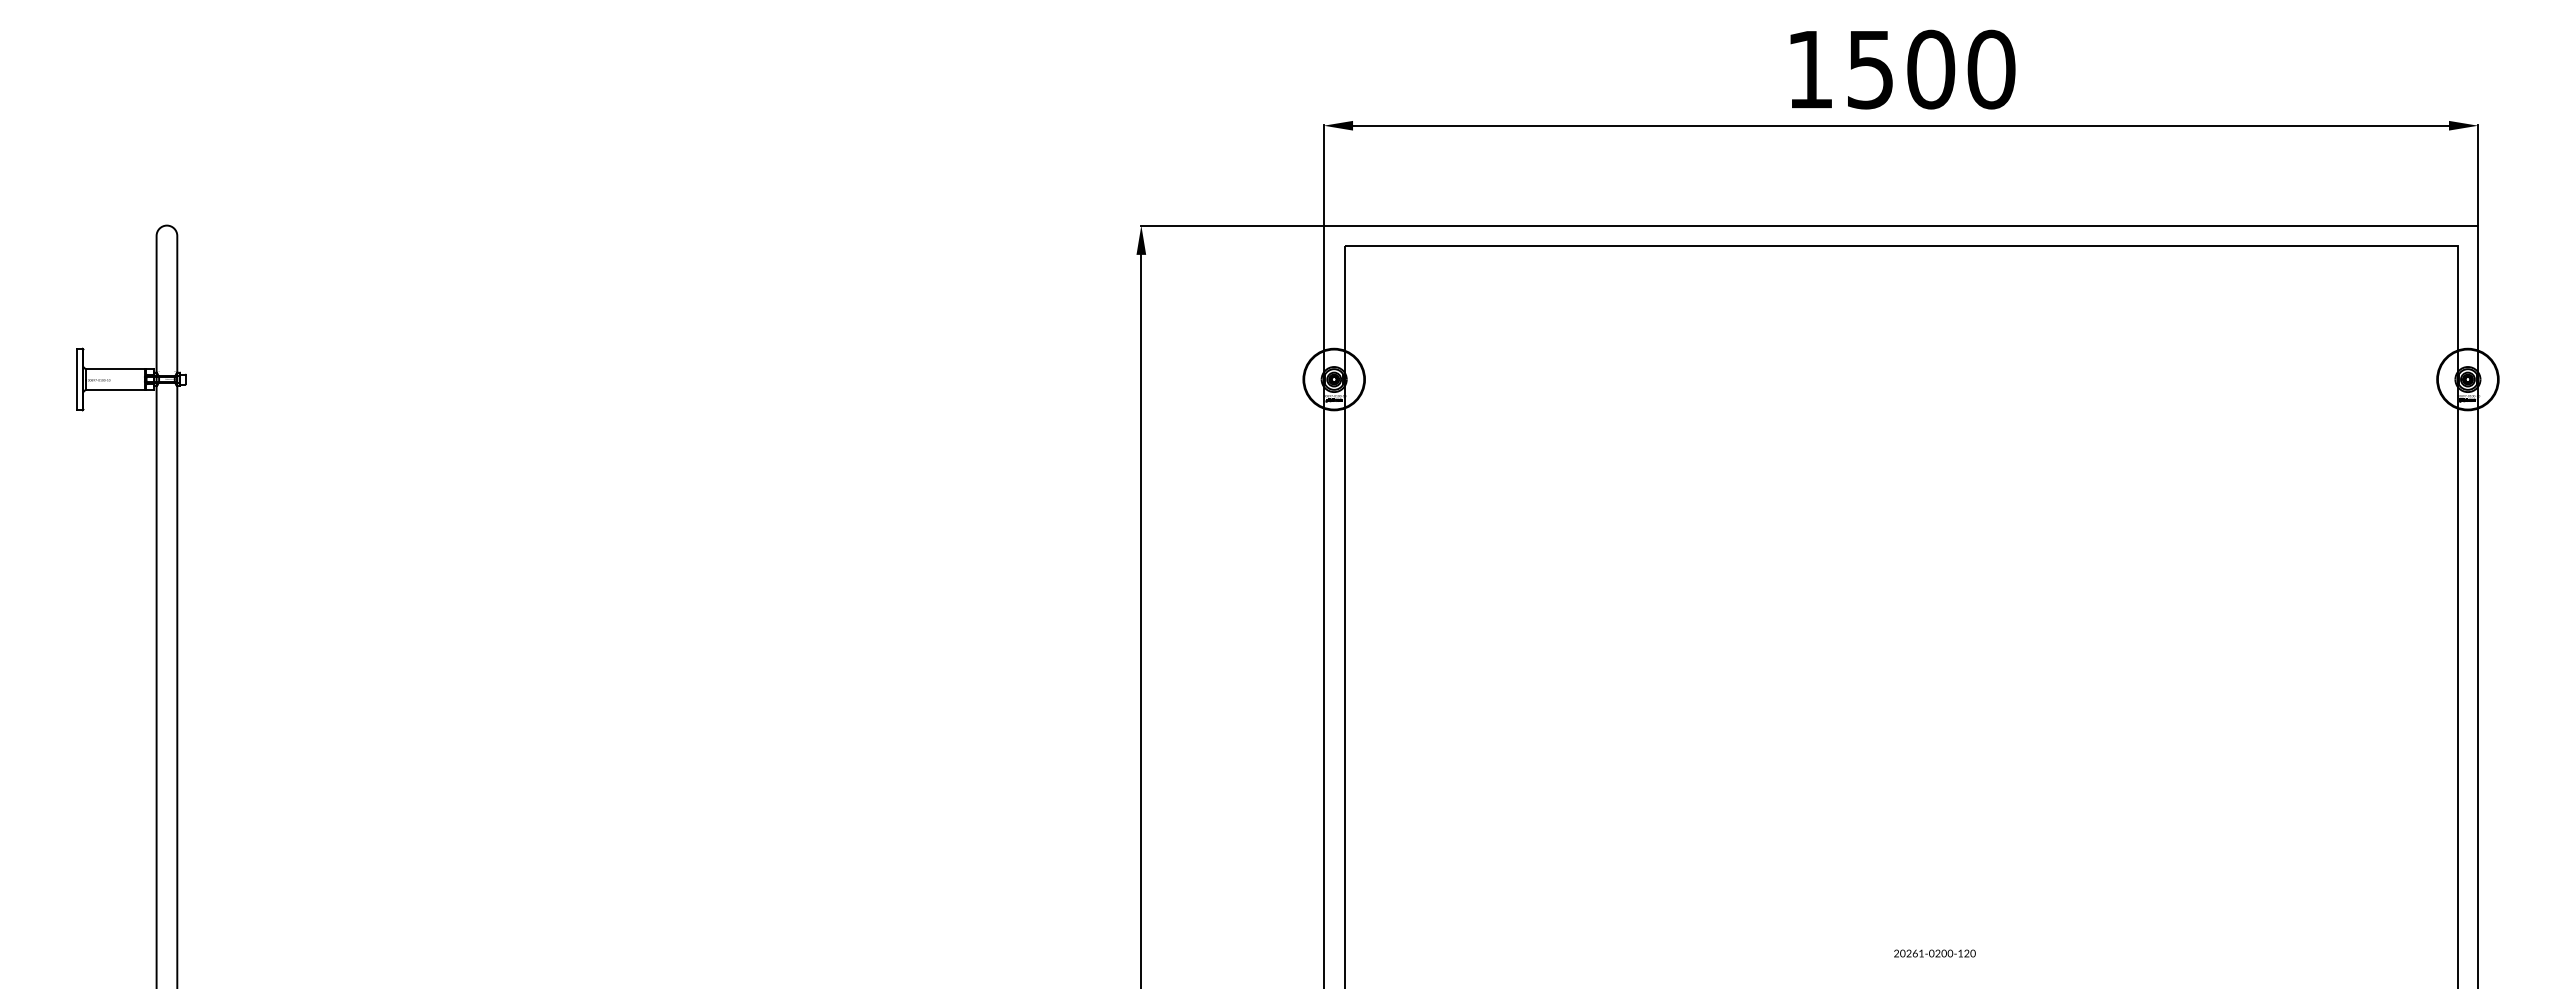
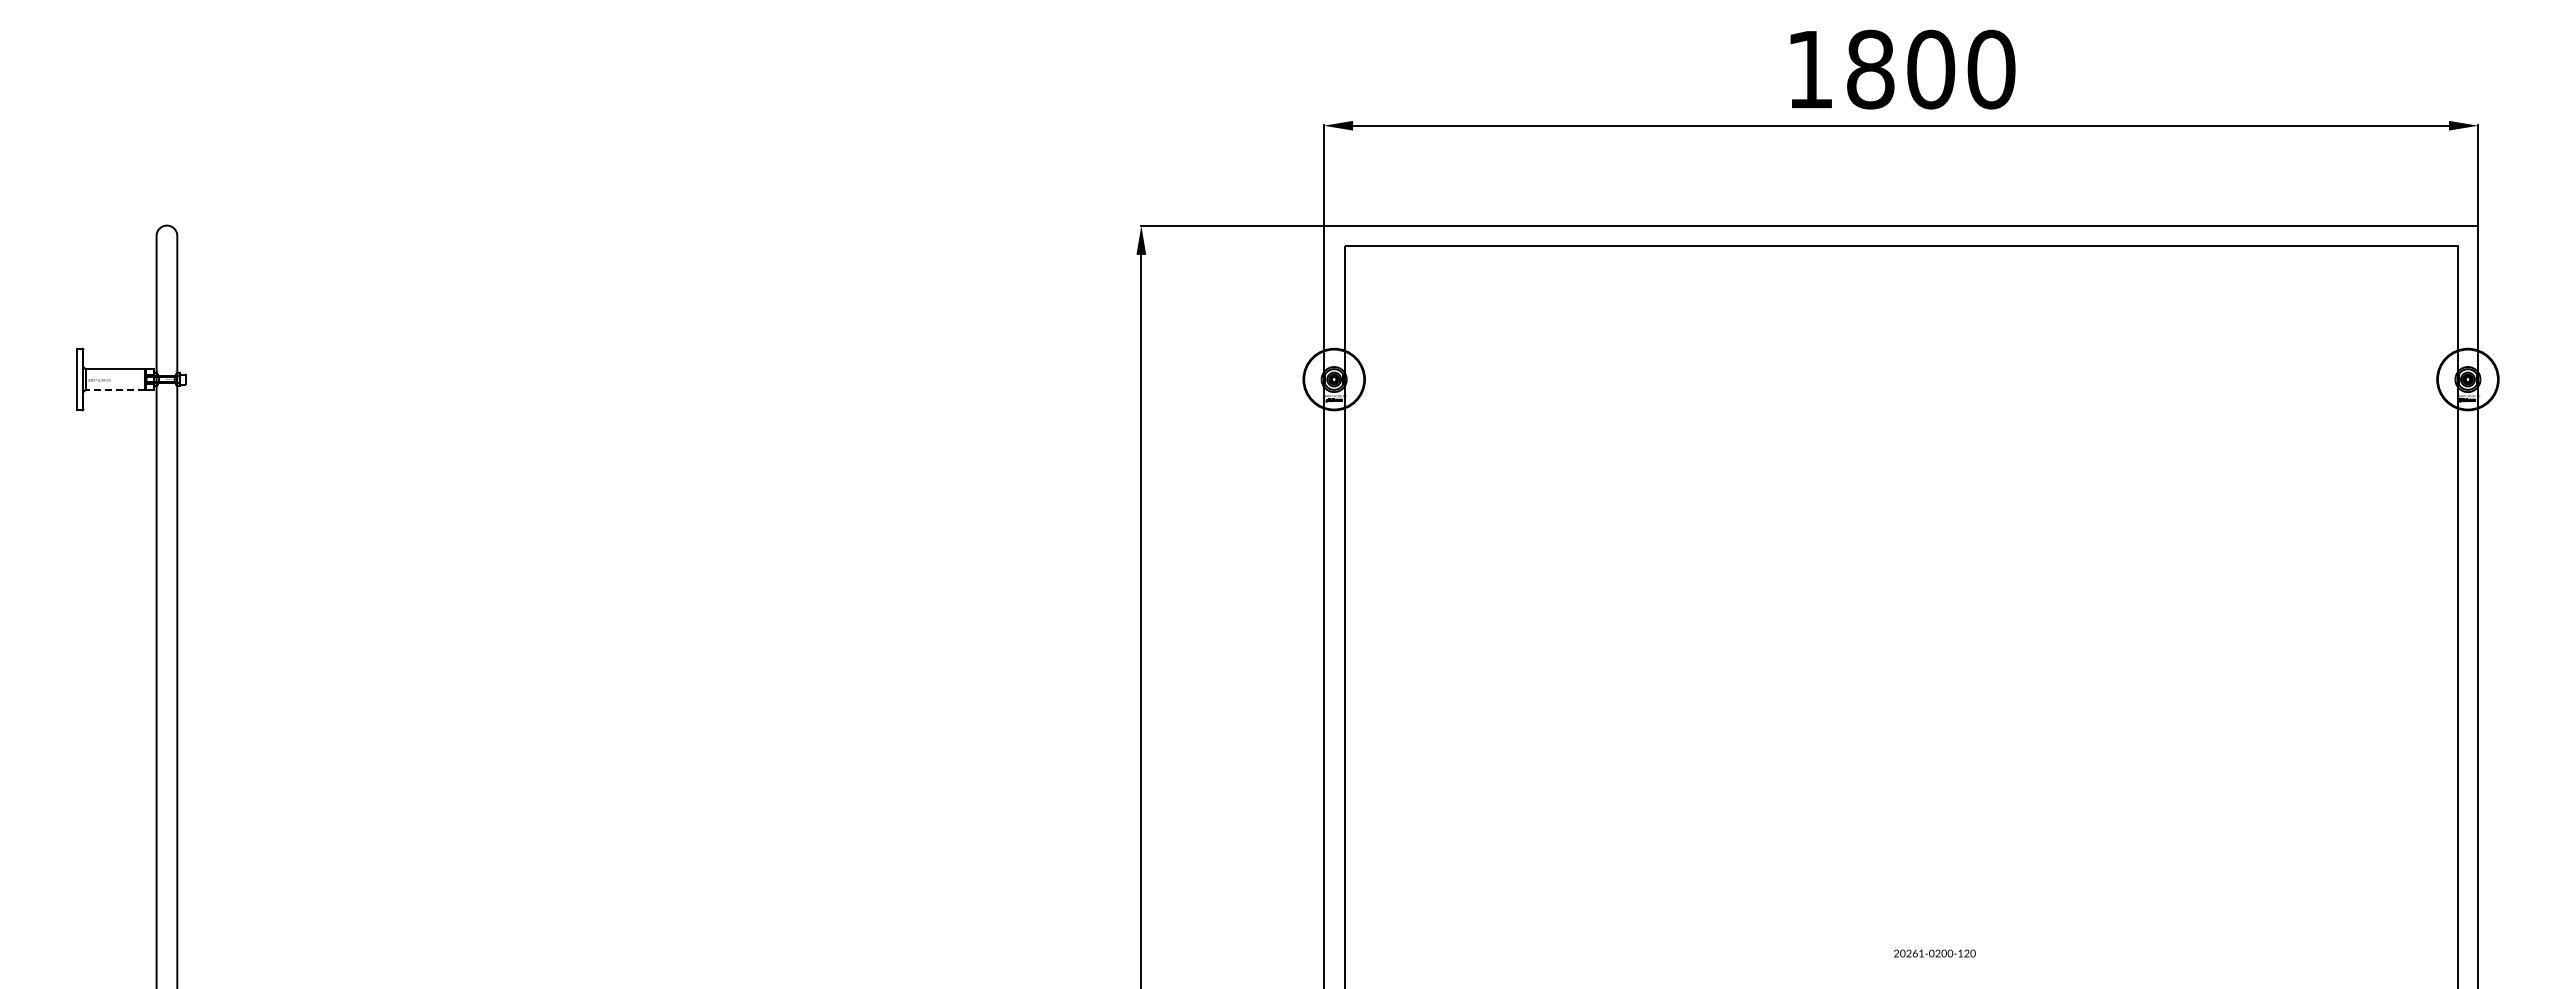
text at (1870, 69): 1500 -> 1800
line at (115, 389): solid -> dashed
